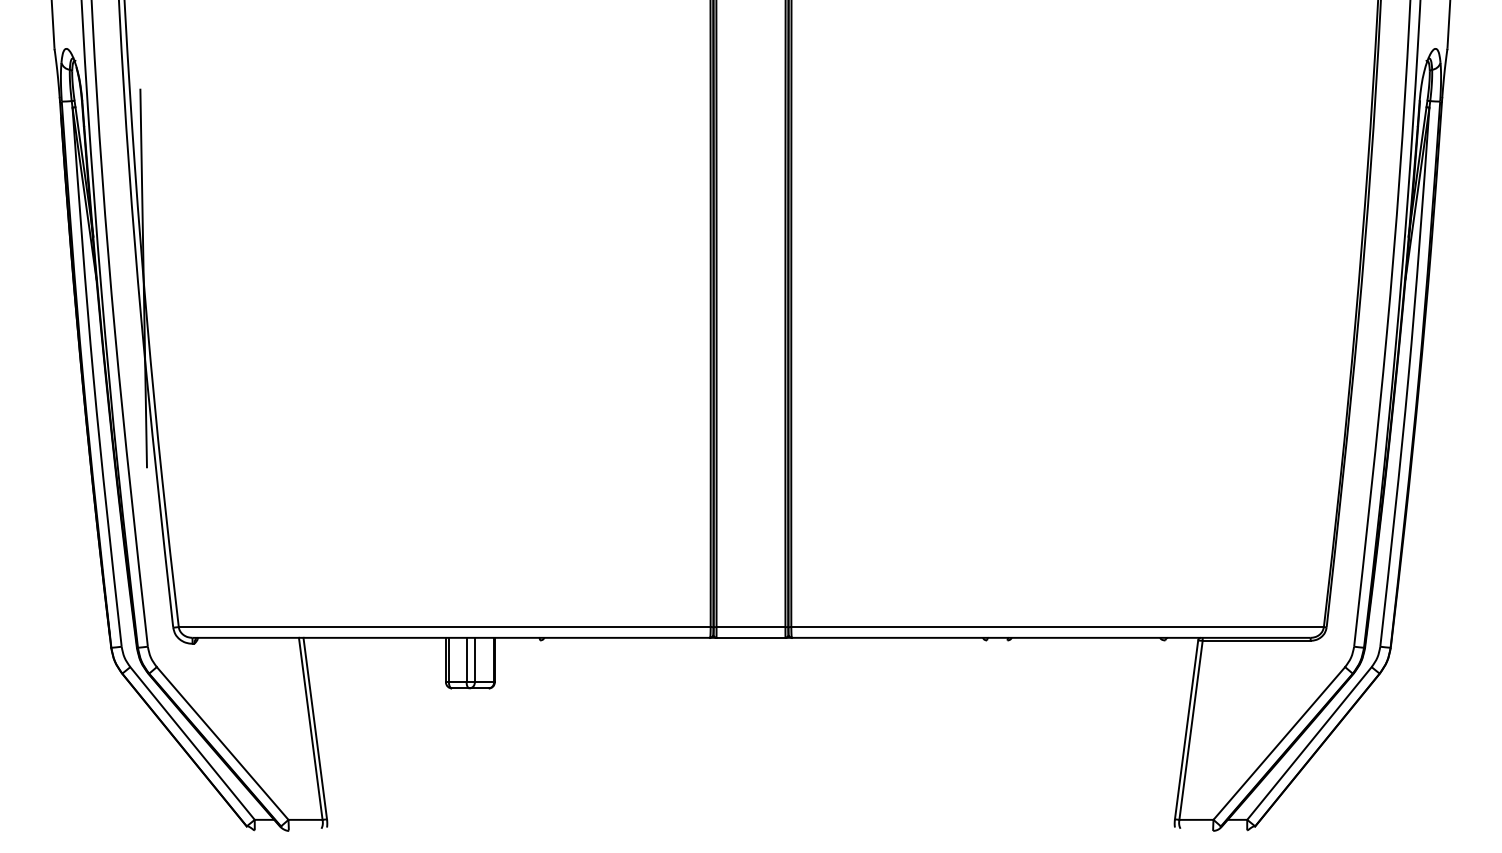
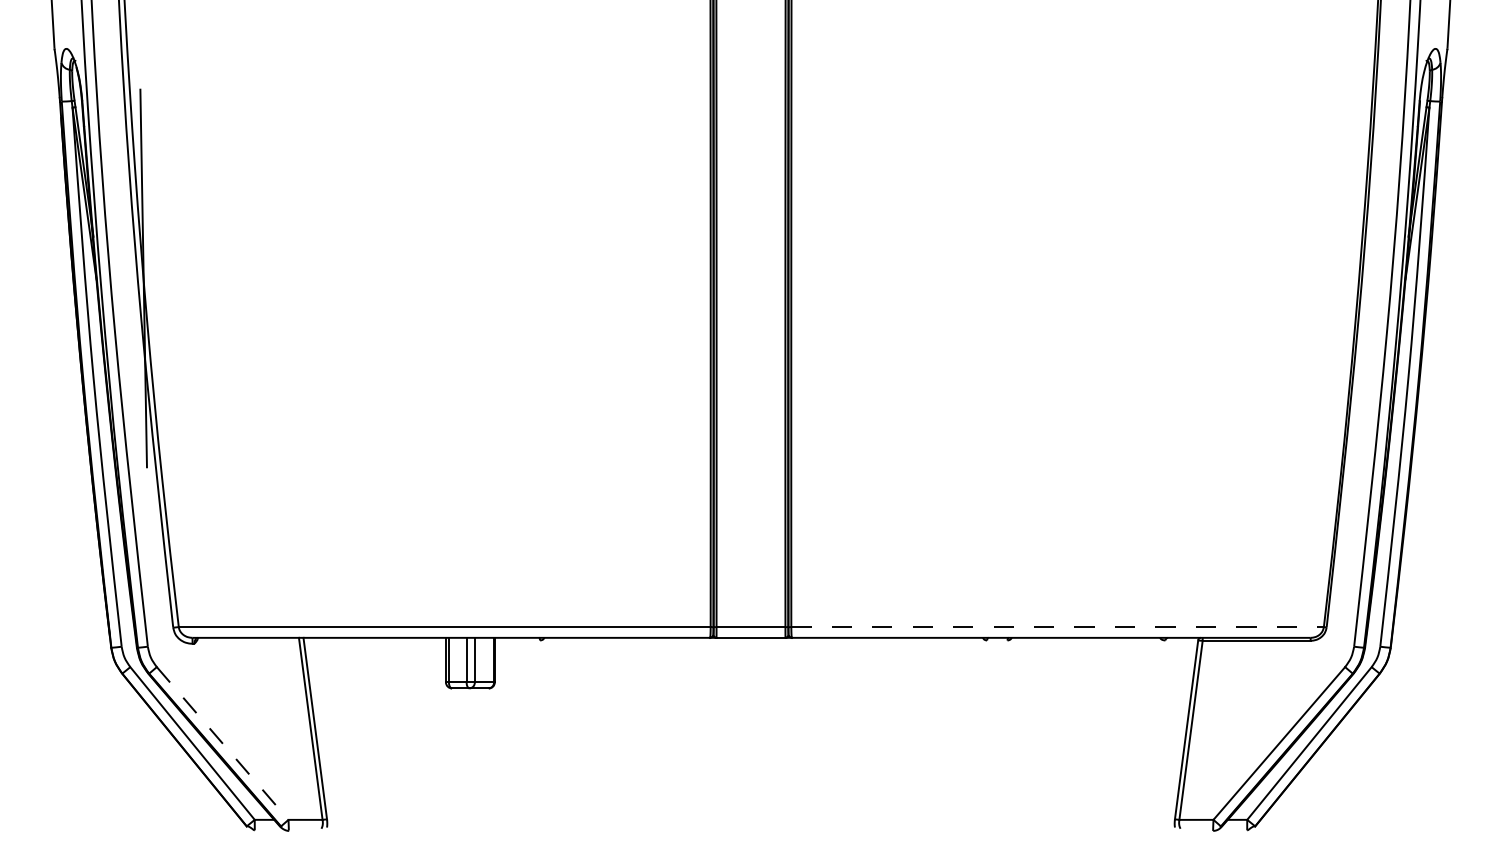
line at (1058, 627): solid -> dashed
line at (222, 743): solid -> dashed
